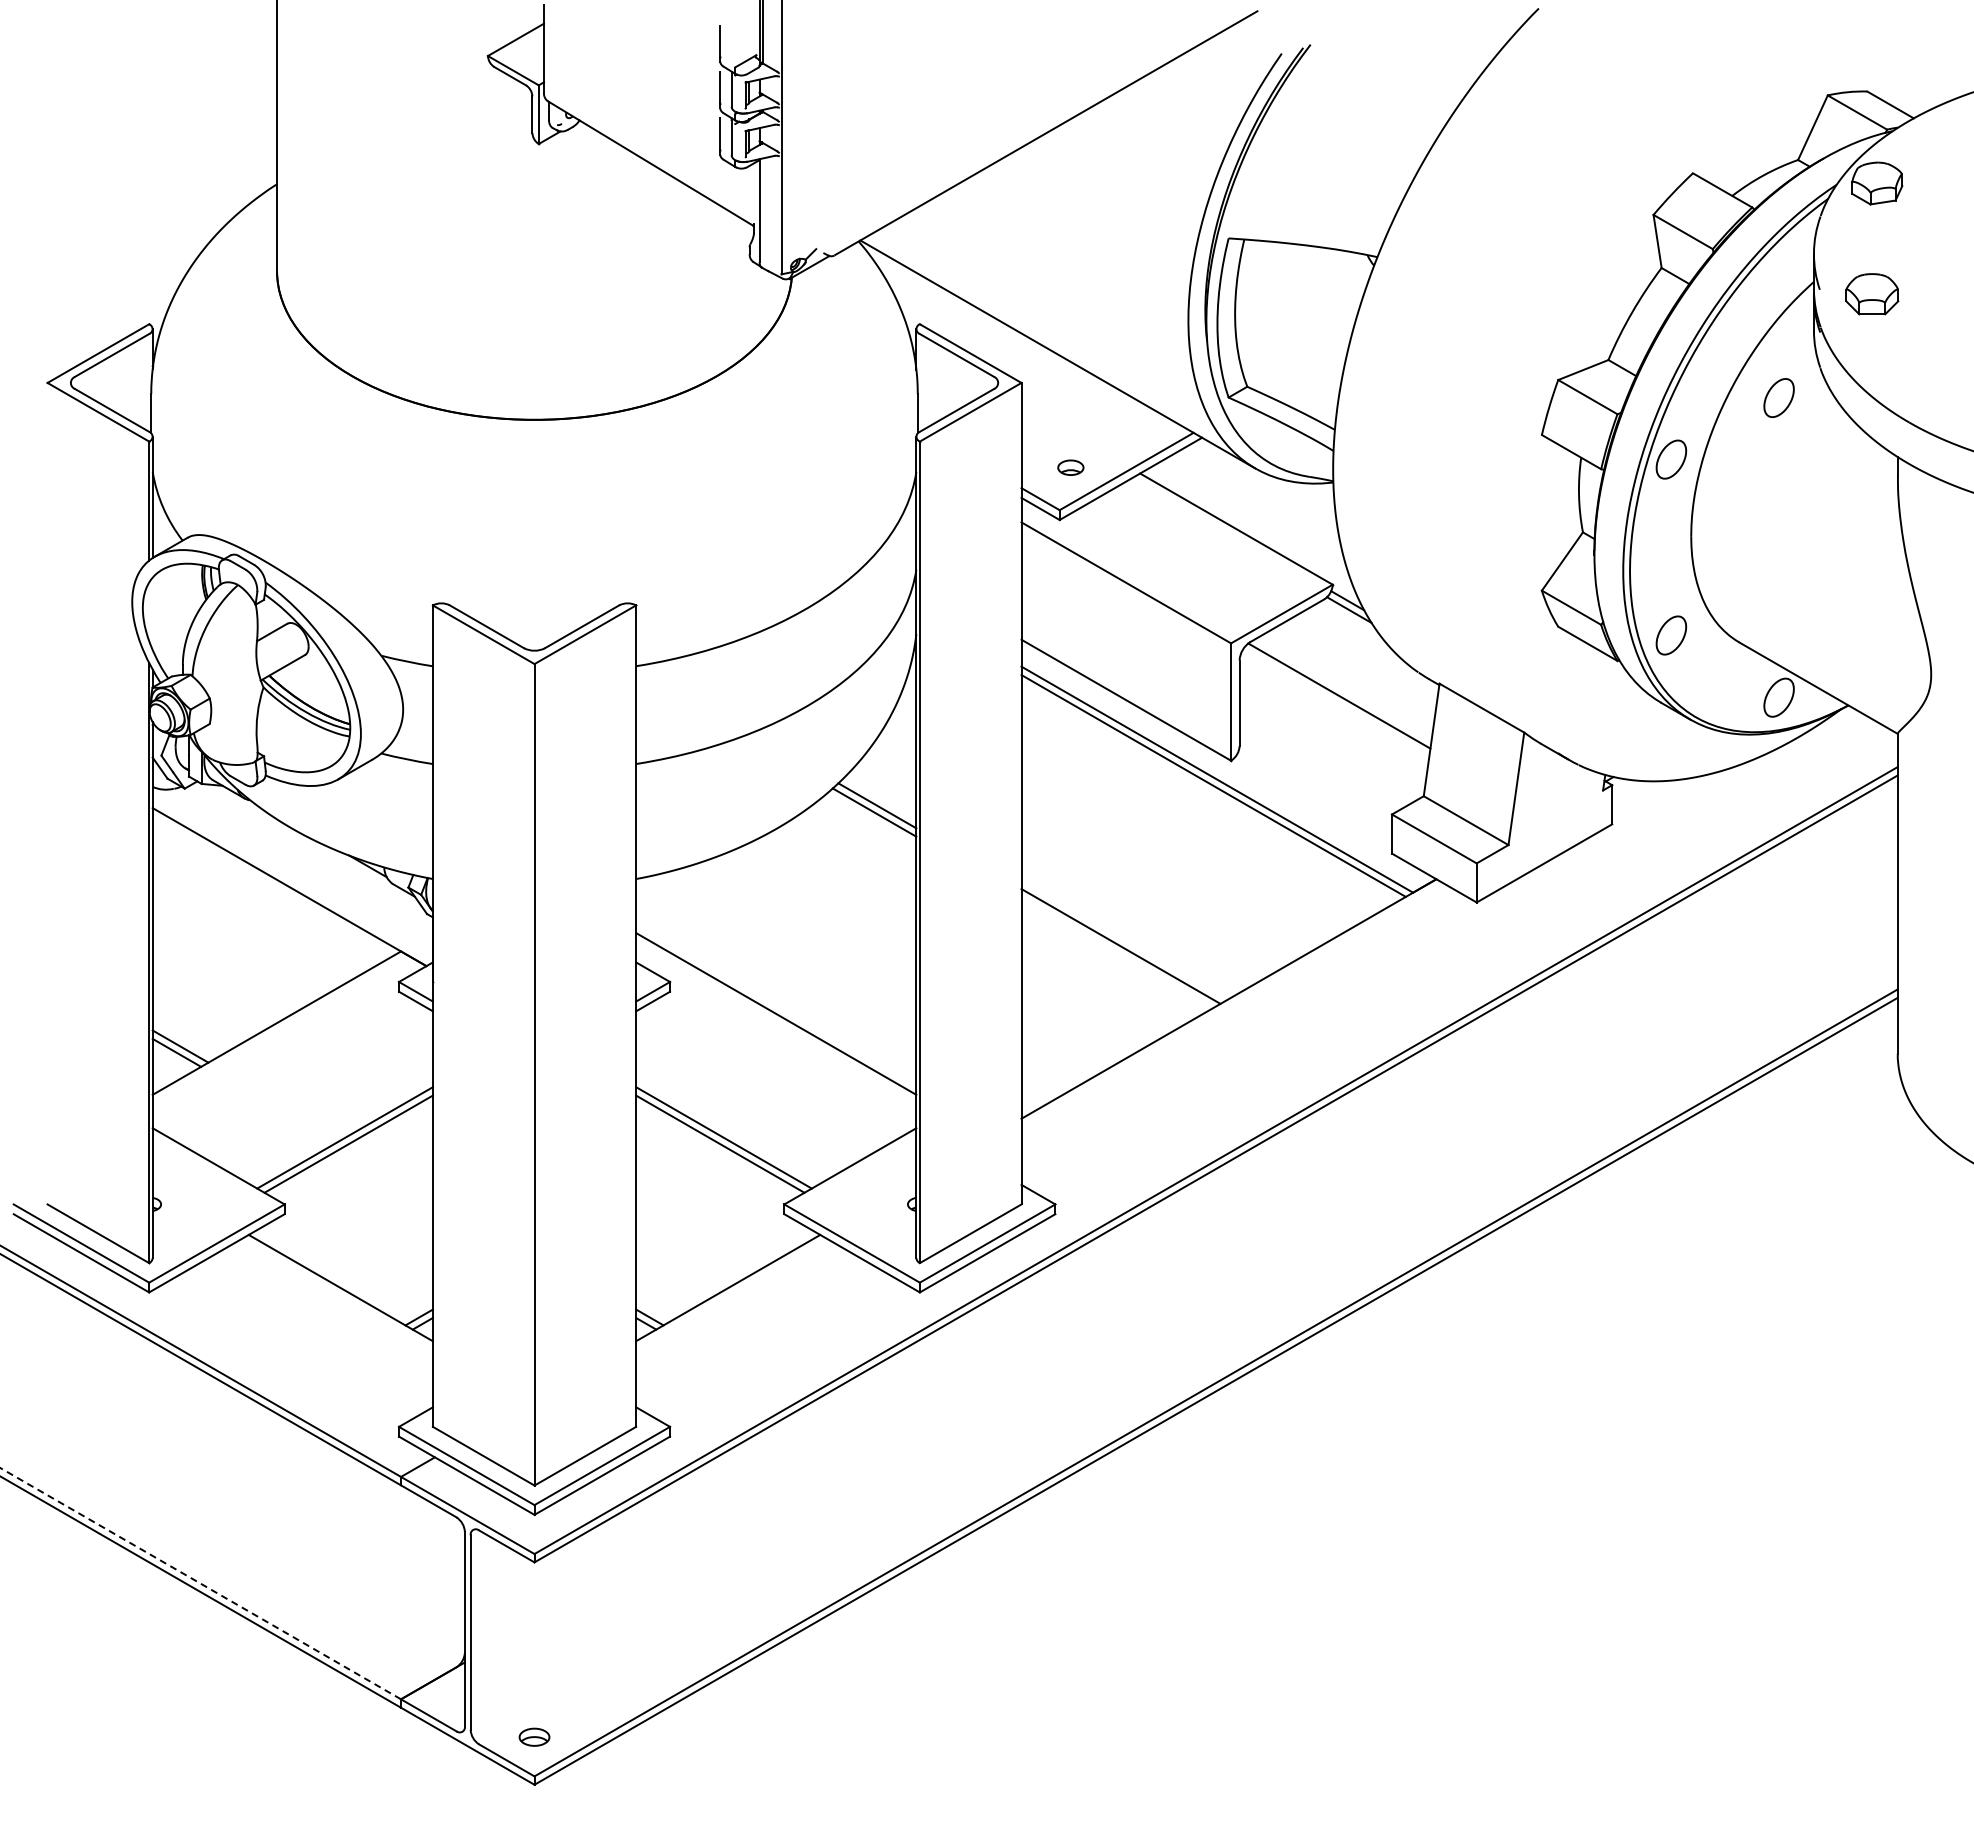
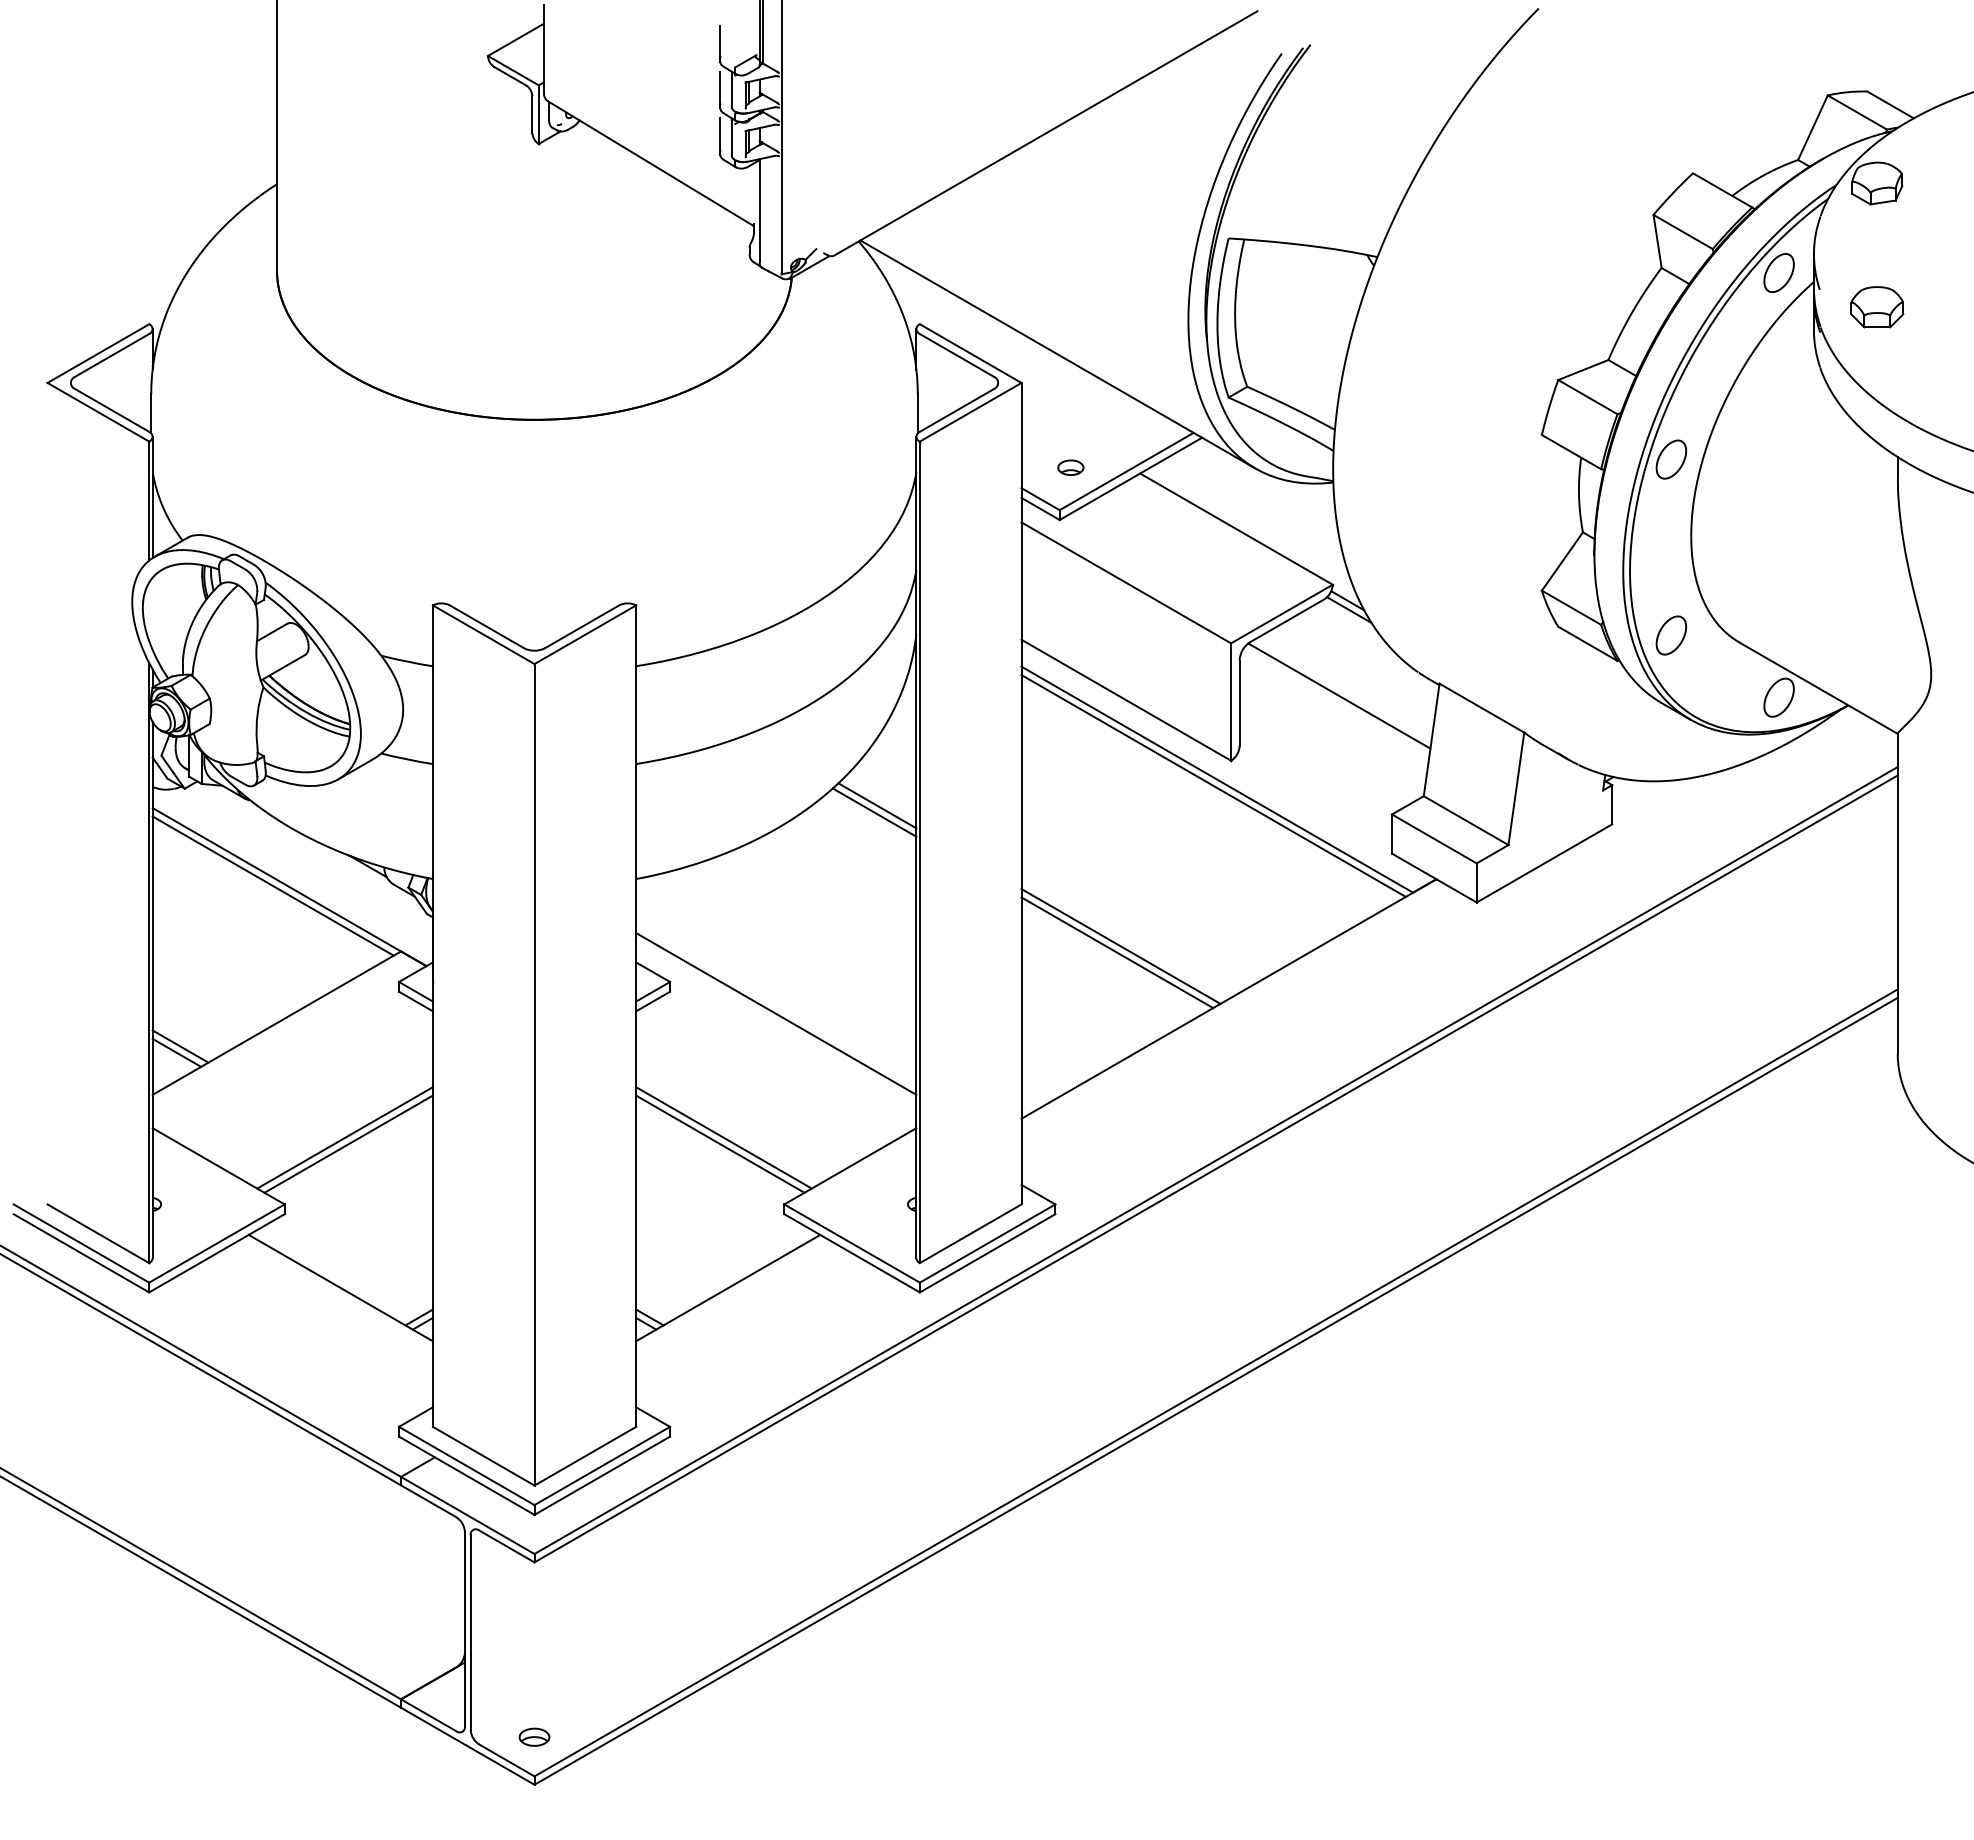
part at (1872, 294) position: (1872, 294) -> (1877, 307)
part at (1778, 397) position: (1778, 397) -> (1778, 272)
line at (272, 885): none -> present
line at (1117, 952): none -> present
line at (200, 1583): dashed -> solid
